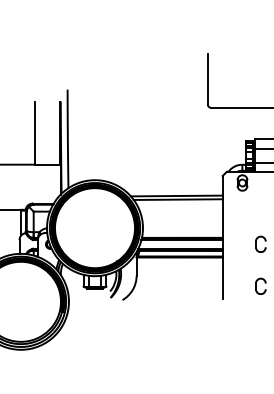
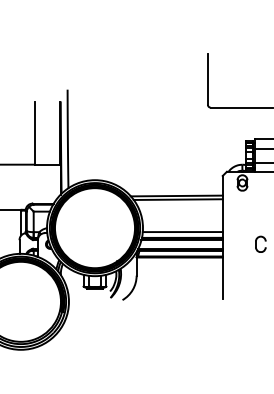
line at (182, 232): none -> present
part at (260, 285): present -> none
